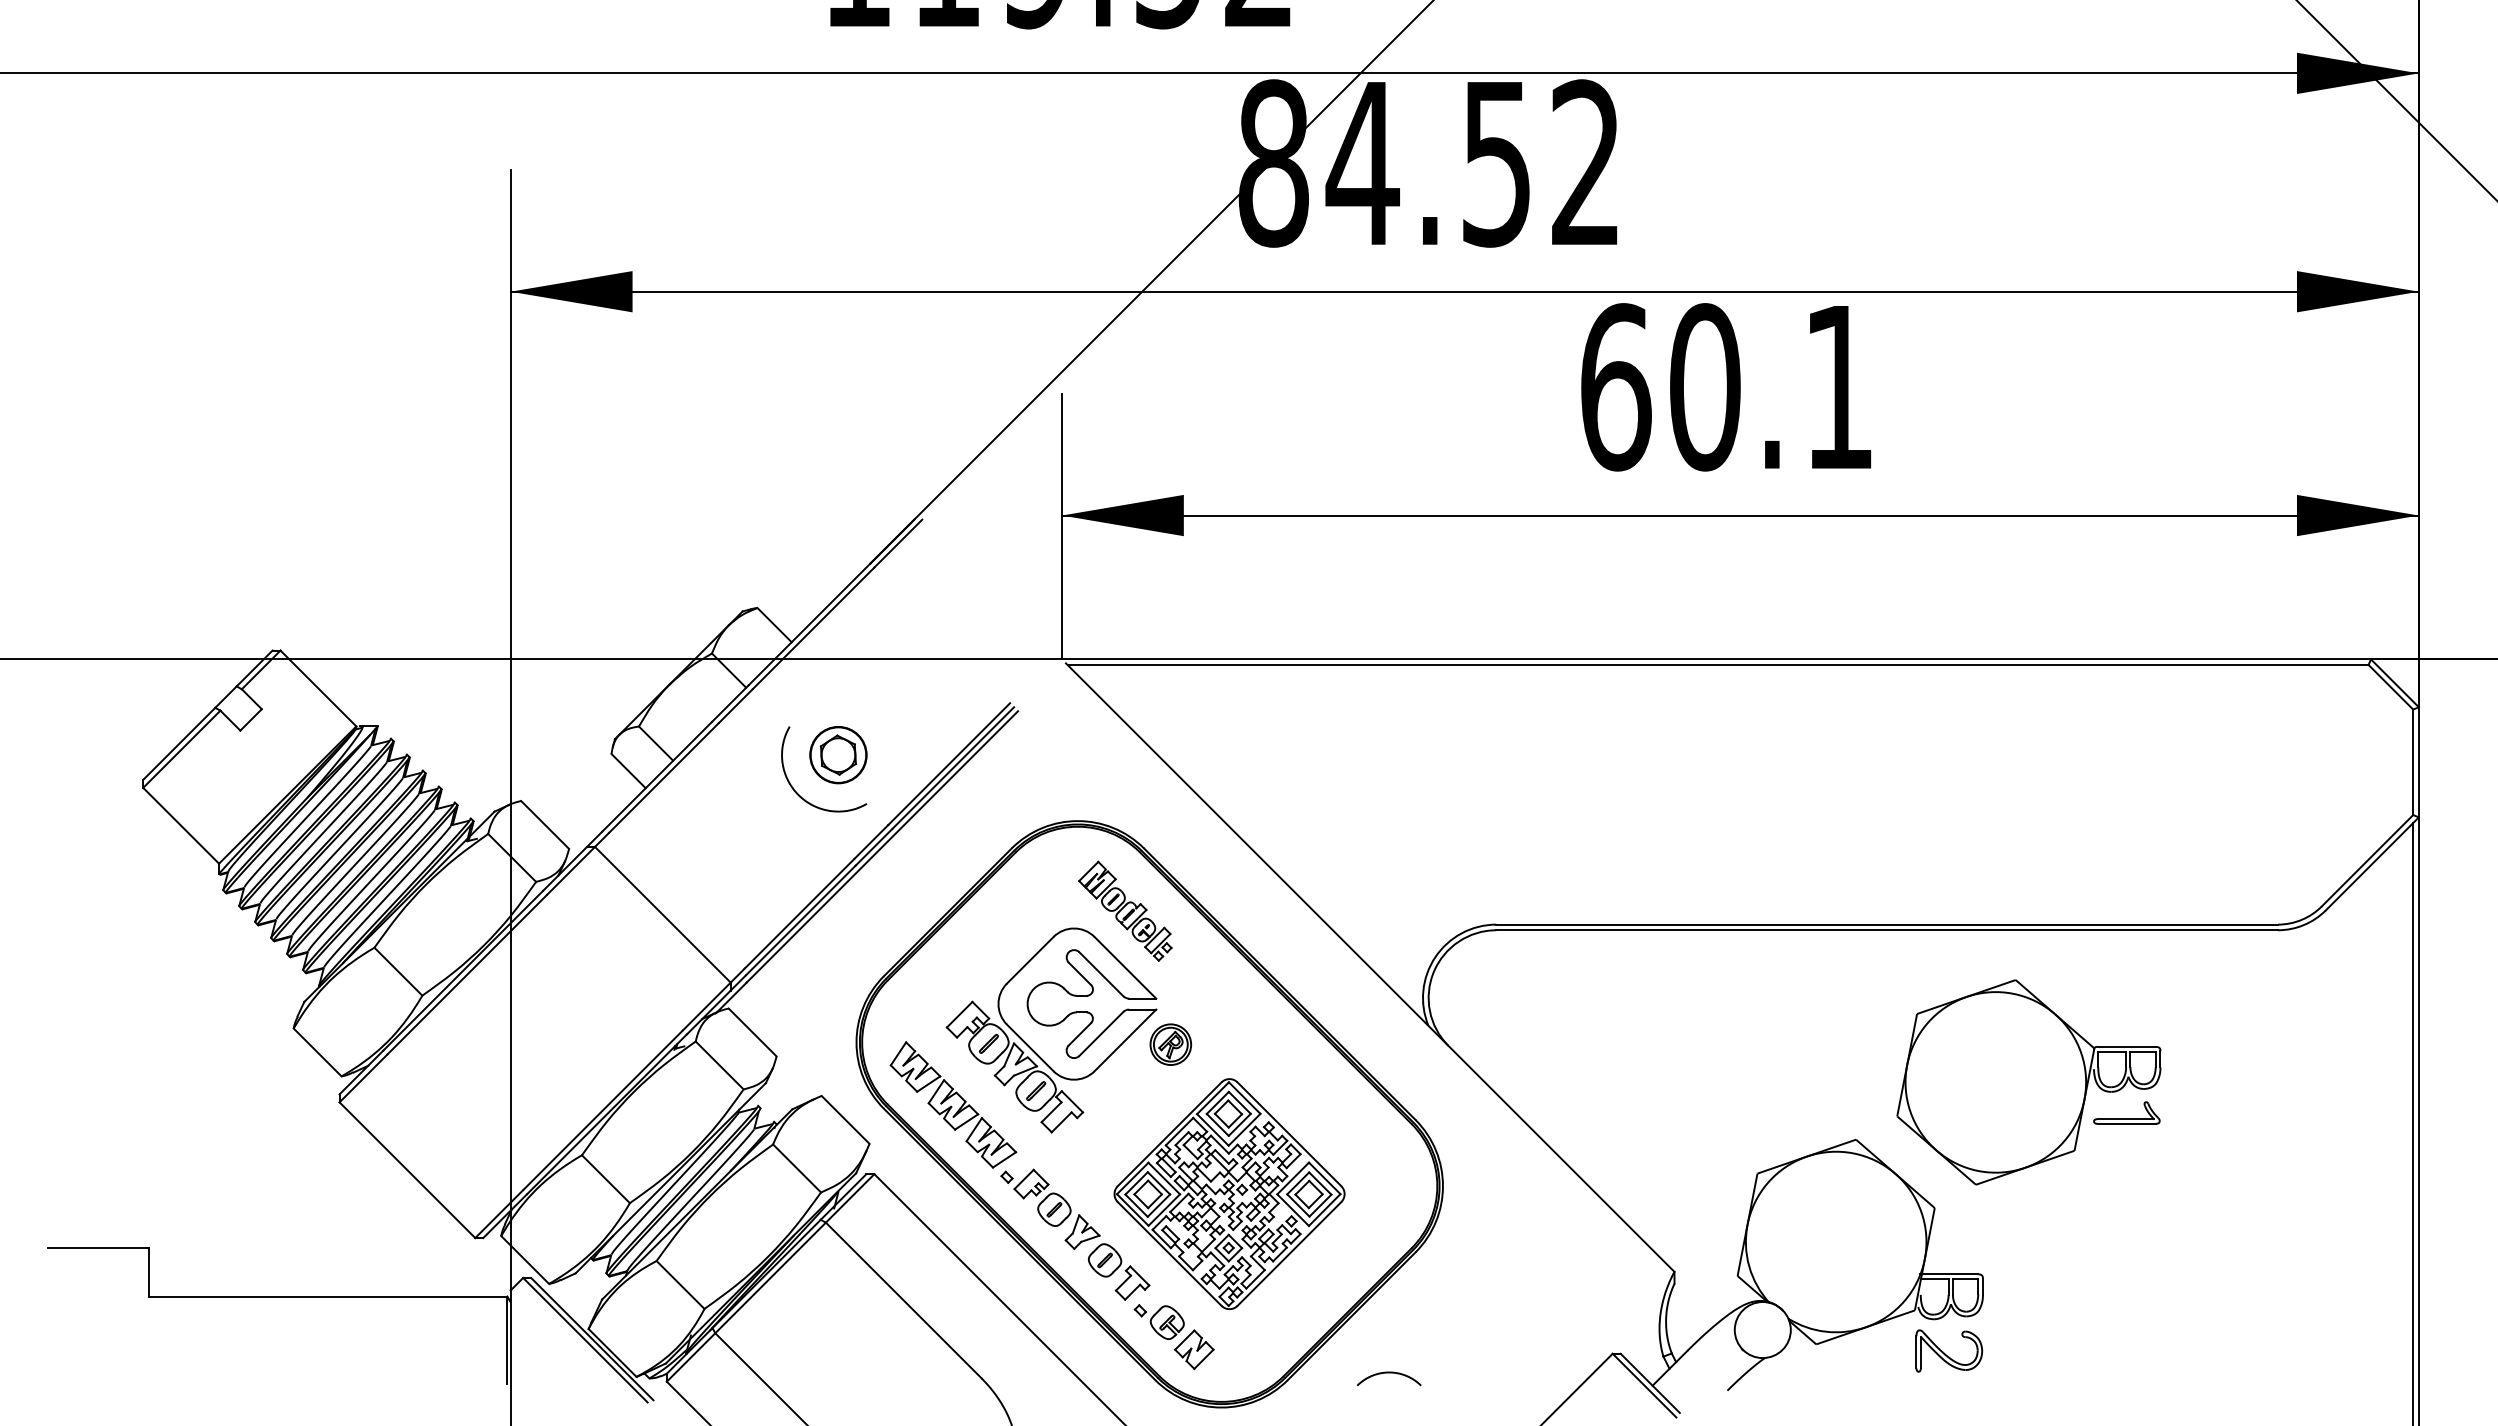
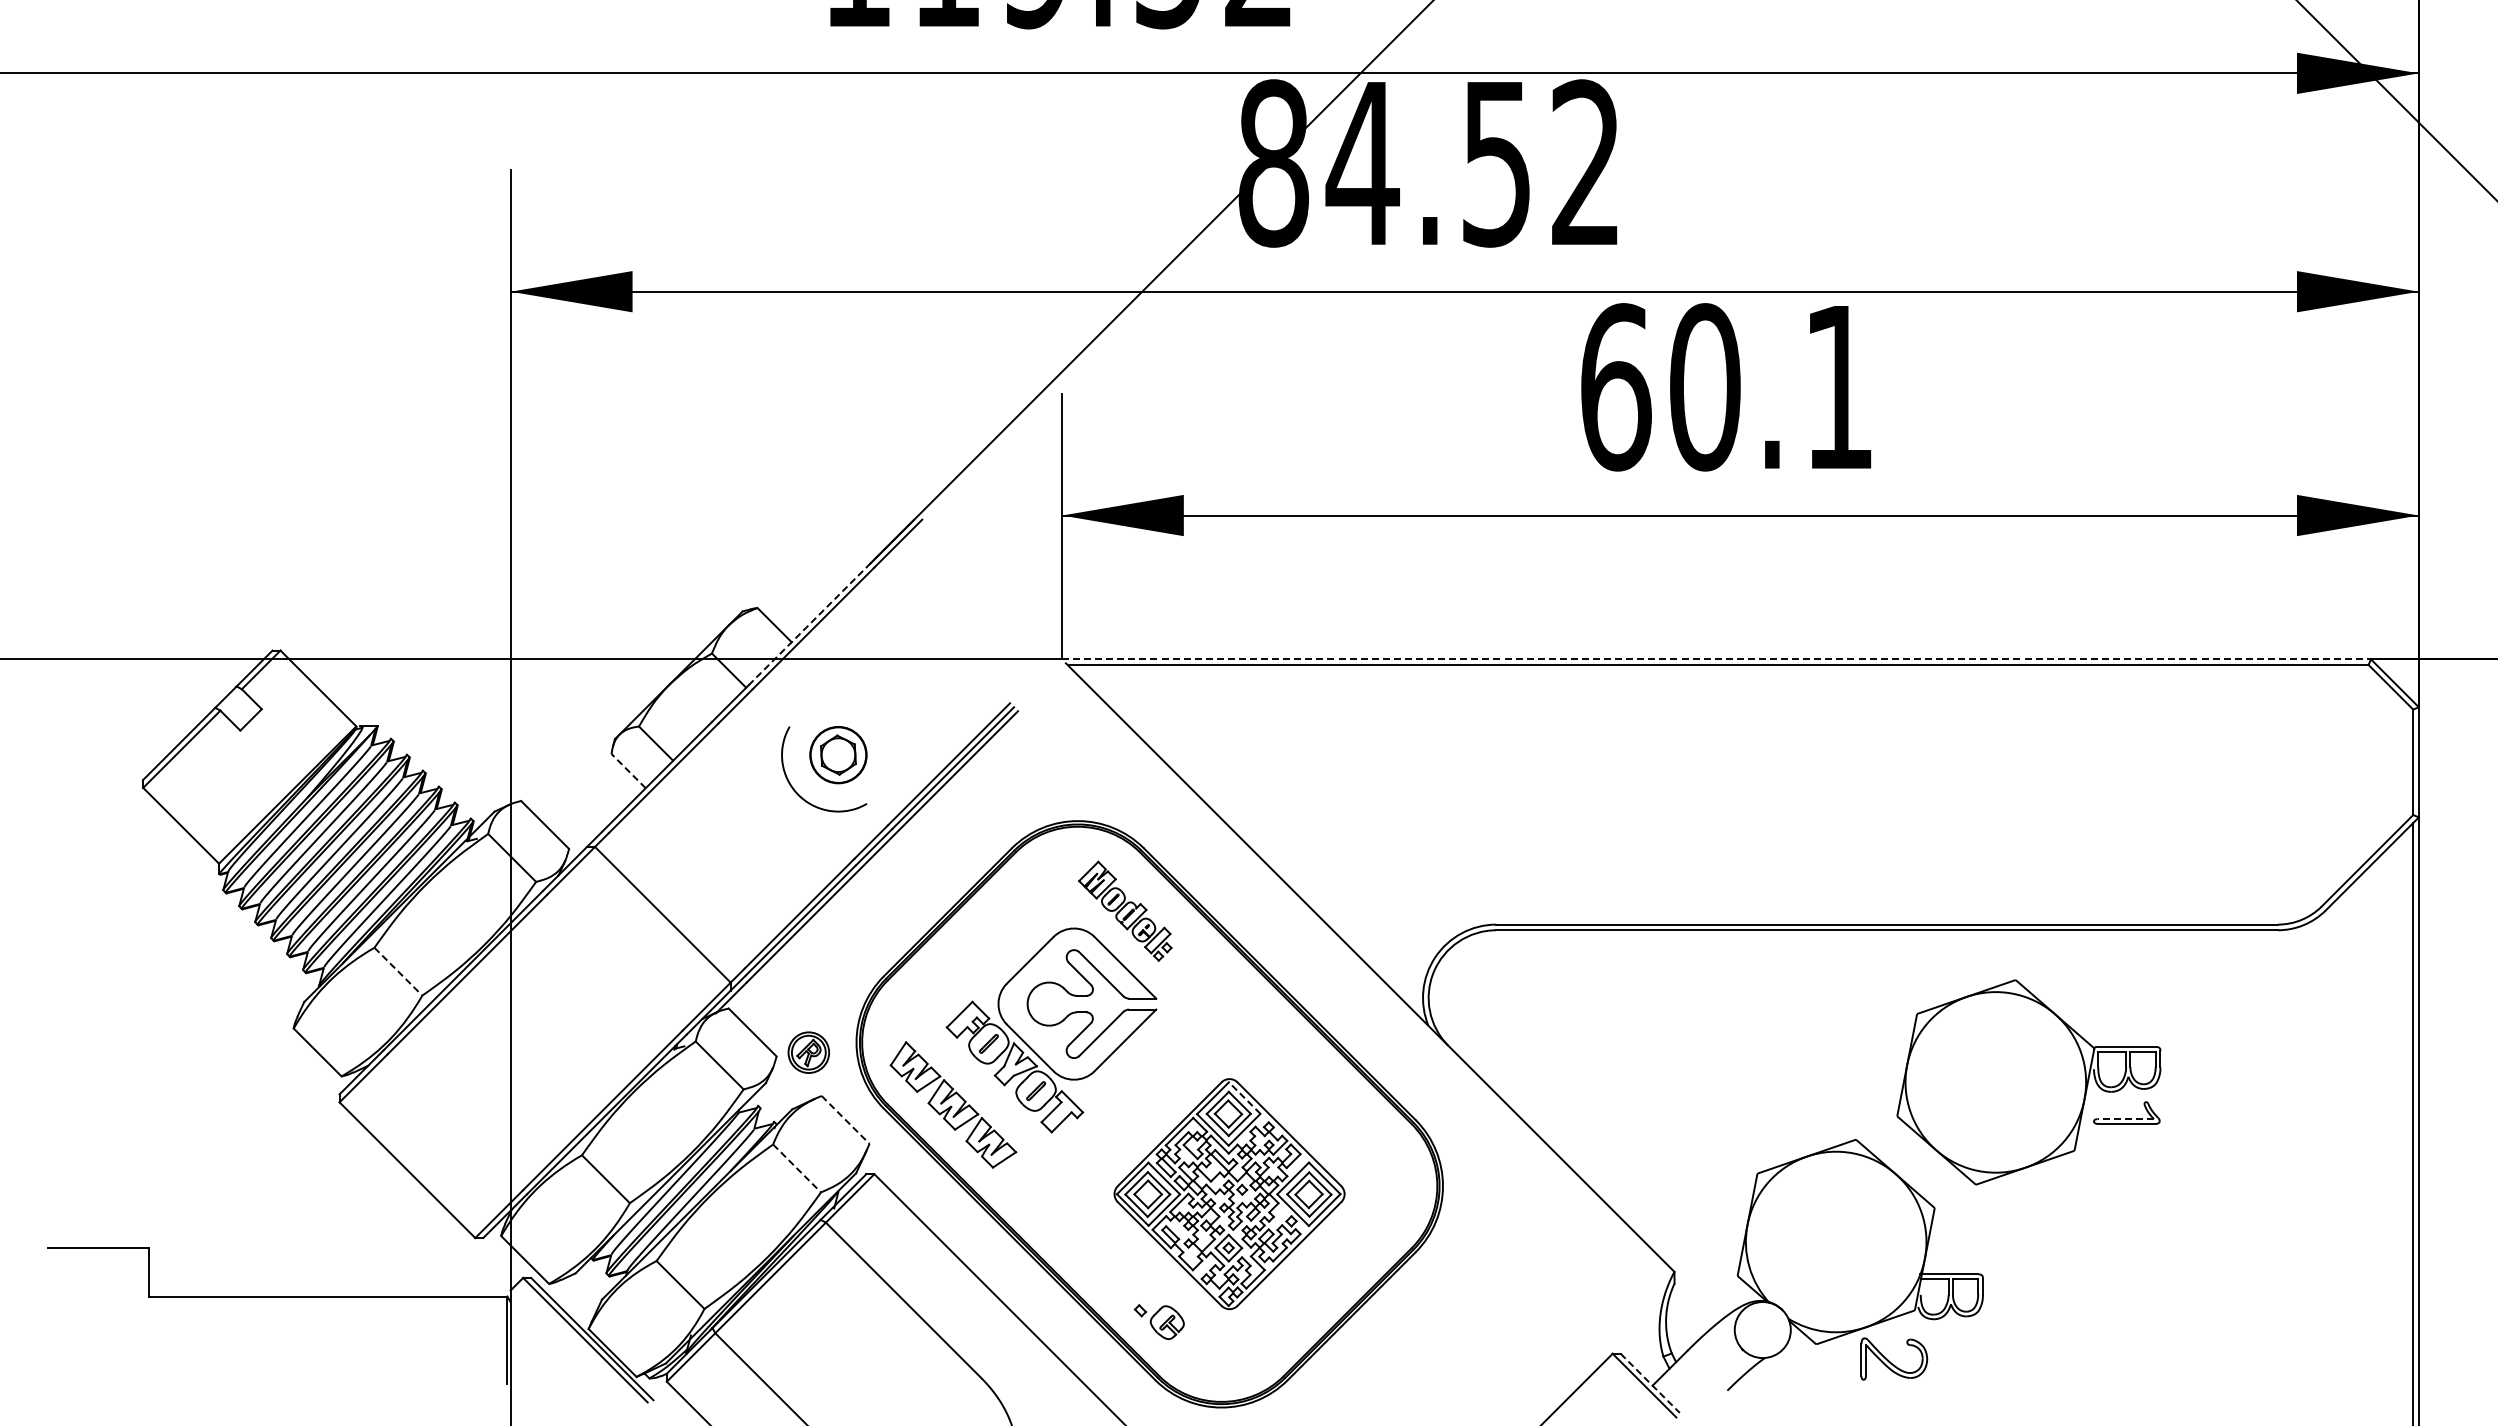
line at (809, 624): solid -> dashed
line at (1716, 659): solid -> dashed
line at (628, 770): solid -> dashed
line at (398, 971): solid -> dashed
part at (1170, 1044) position: (1170, 1044) -> (808, 1052)
line at (1244, 1097): solid -> dashed
line at (845, 1119): solid -> dashed
line at (2125, 1119): solid -> dashed
line at (797, 1168): solid -> dashed
part at (1075, 1234): present -> none
part at (1194, 1349): present -> none
part at (1949, 1350) position: (1949, 1350) -> (1894, 1358)
arc at (1389, 1373): present -> none
line at (1650, 1383): solid -> dashed
